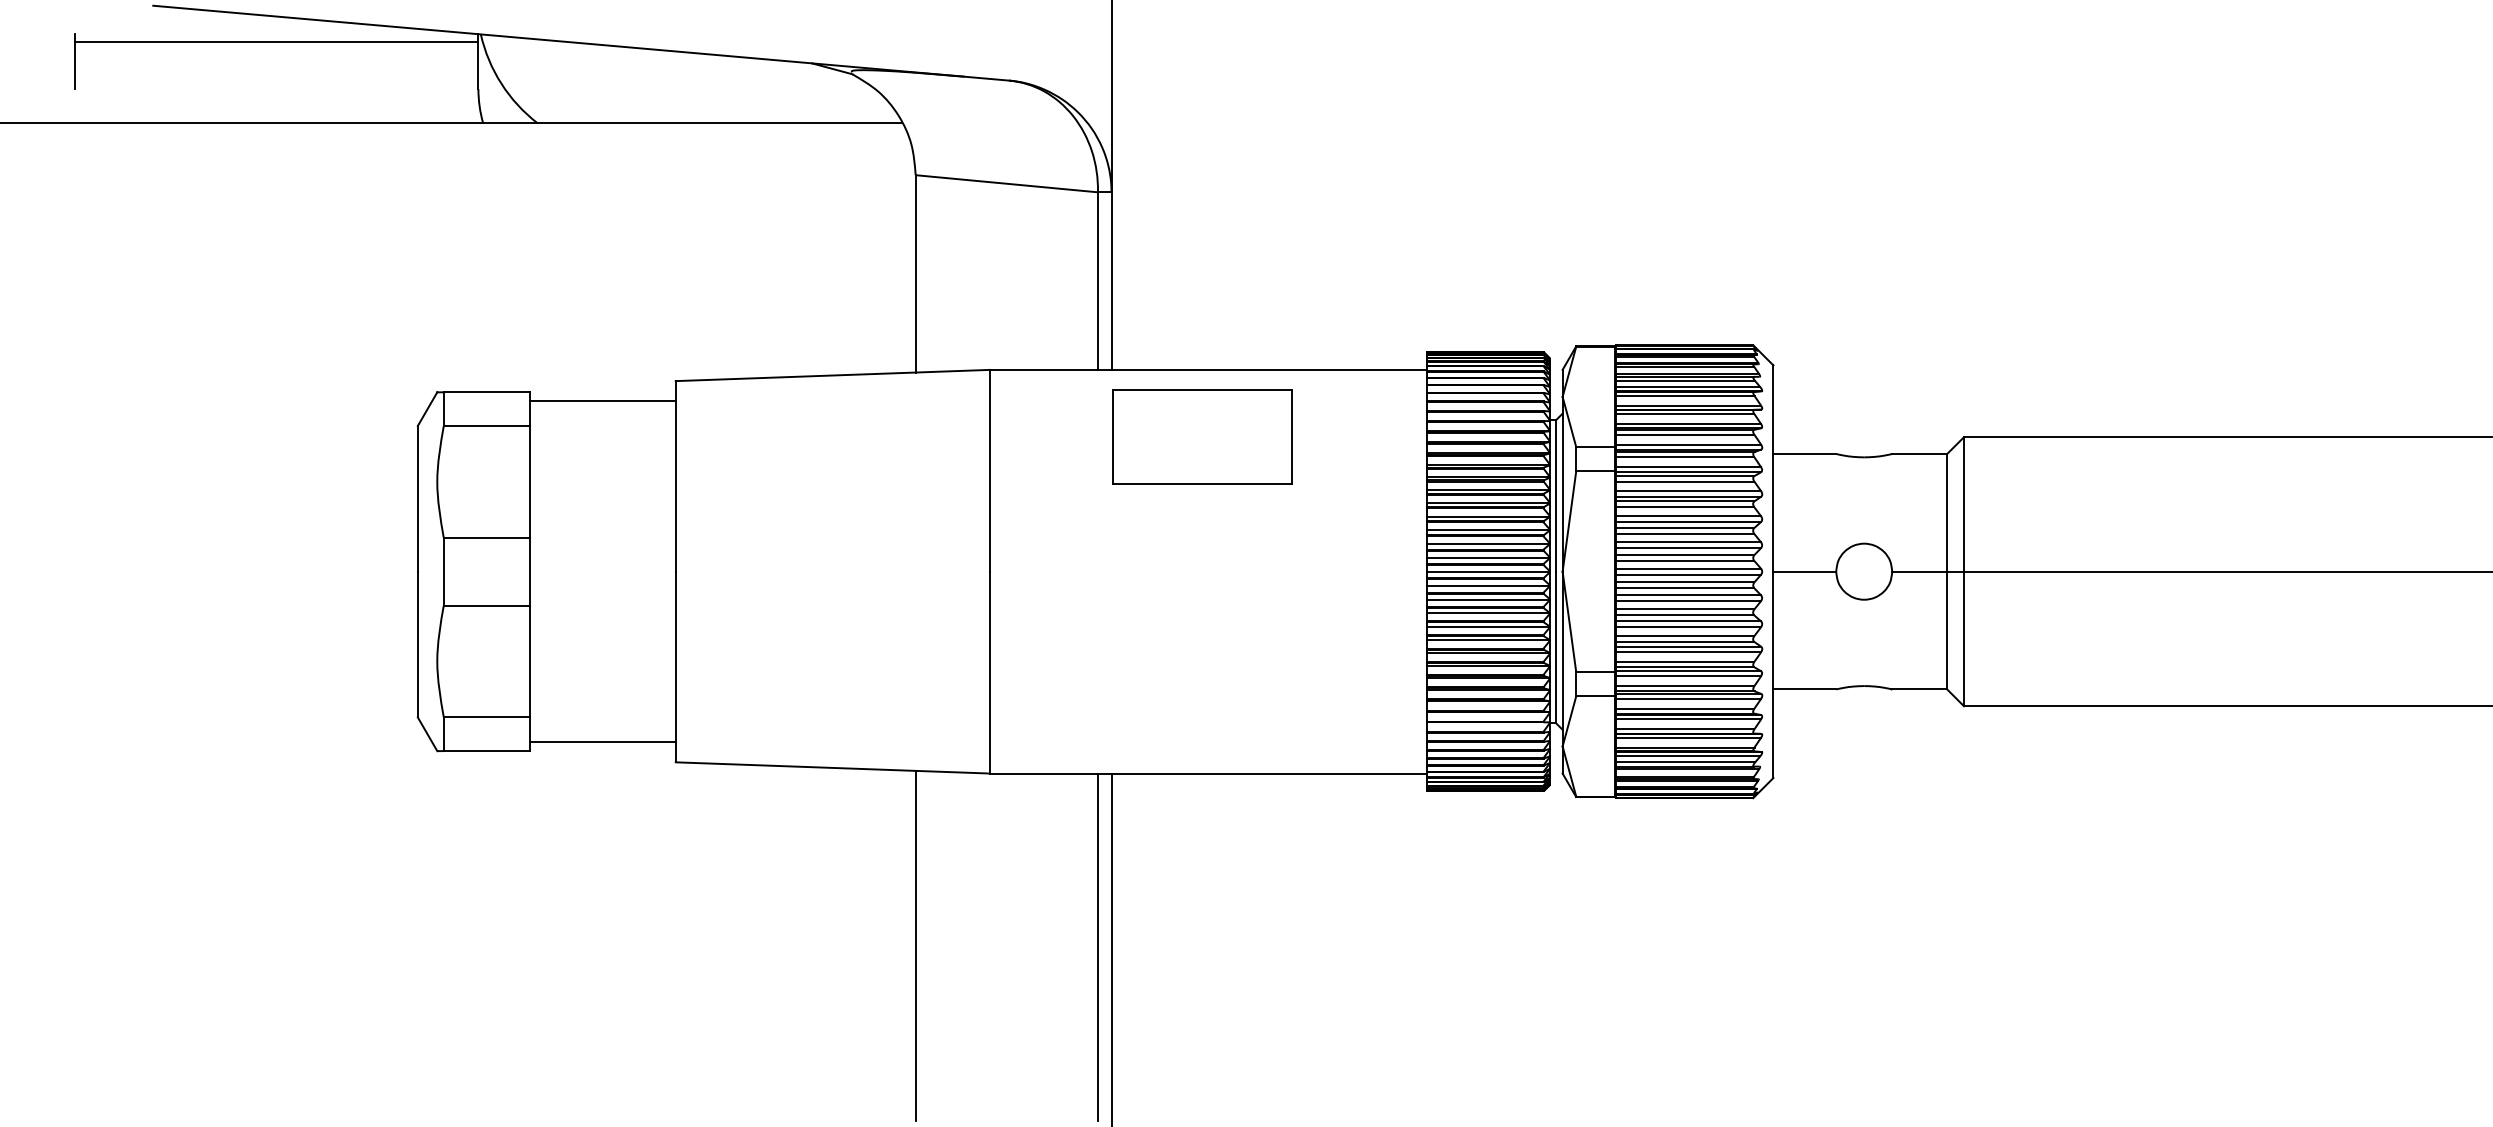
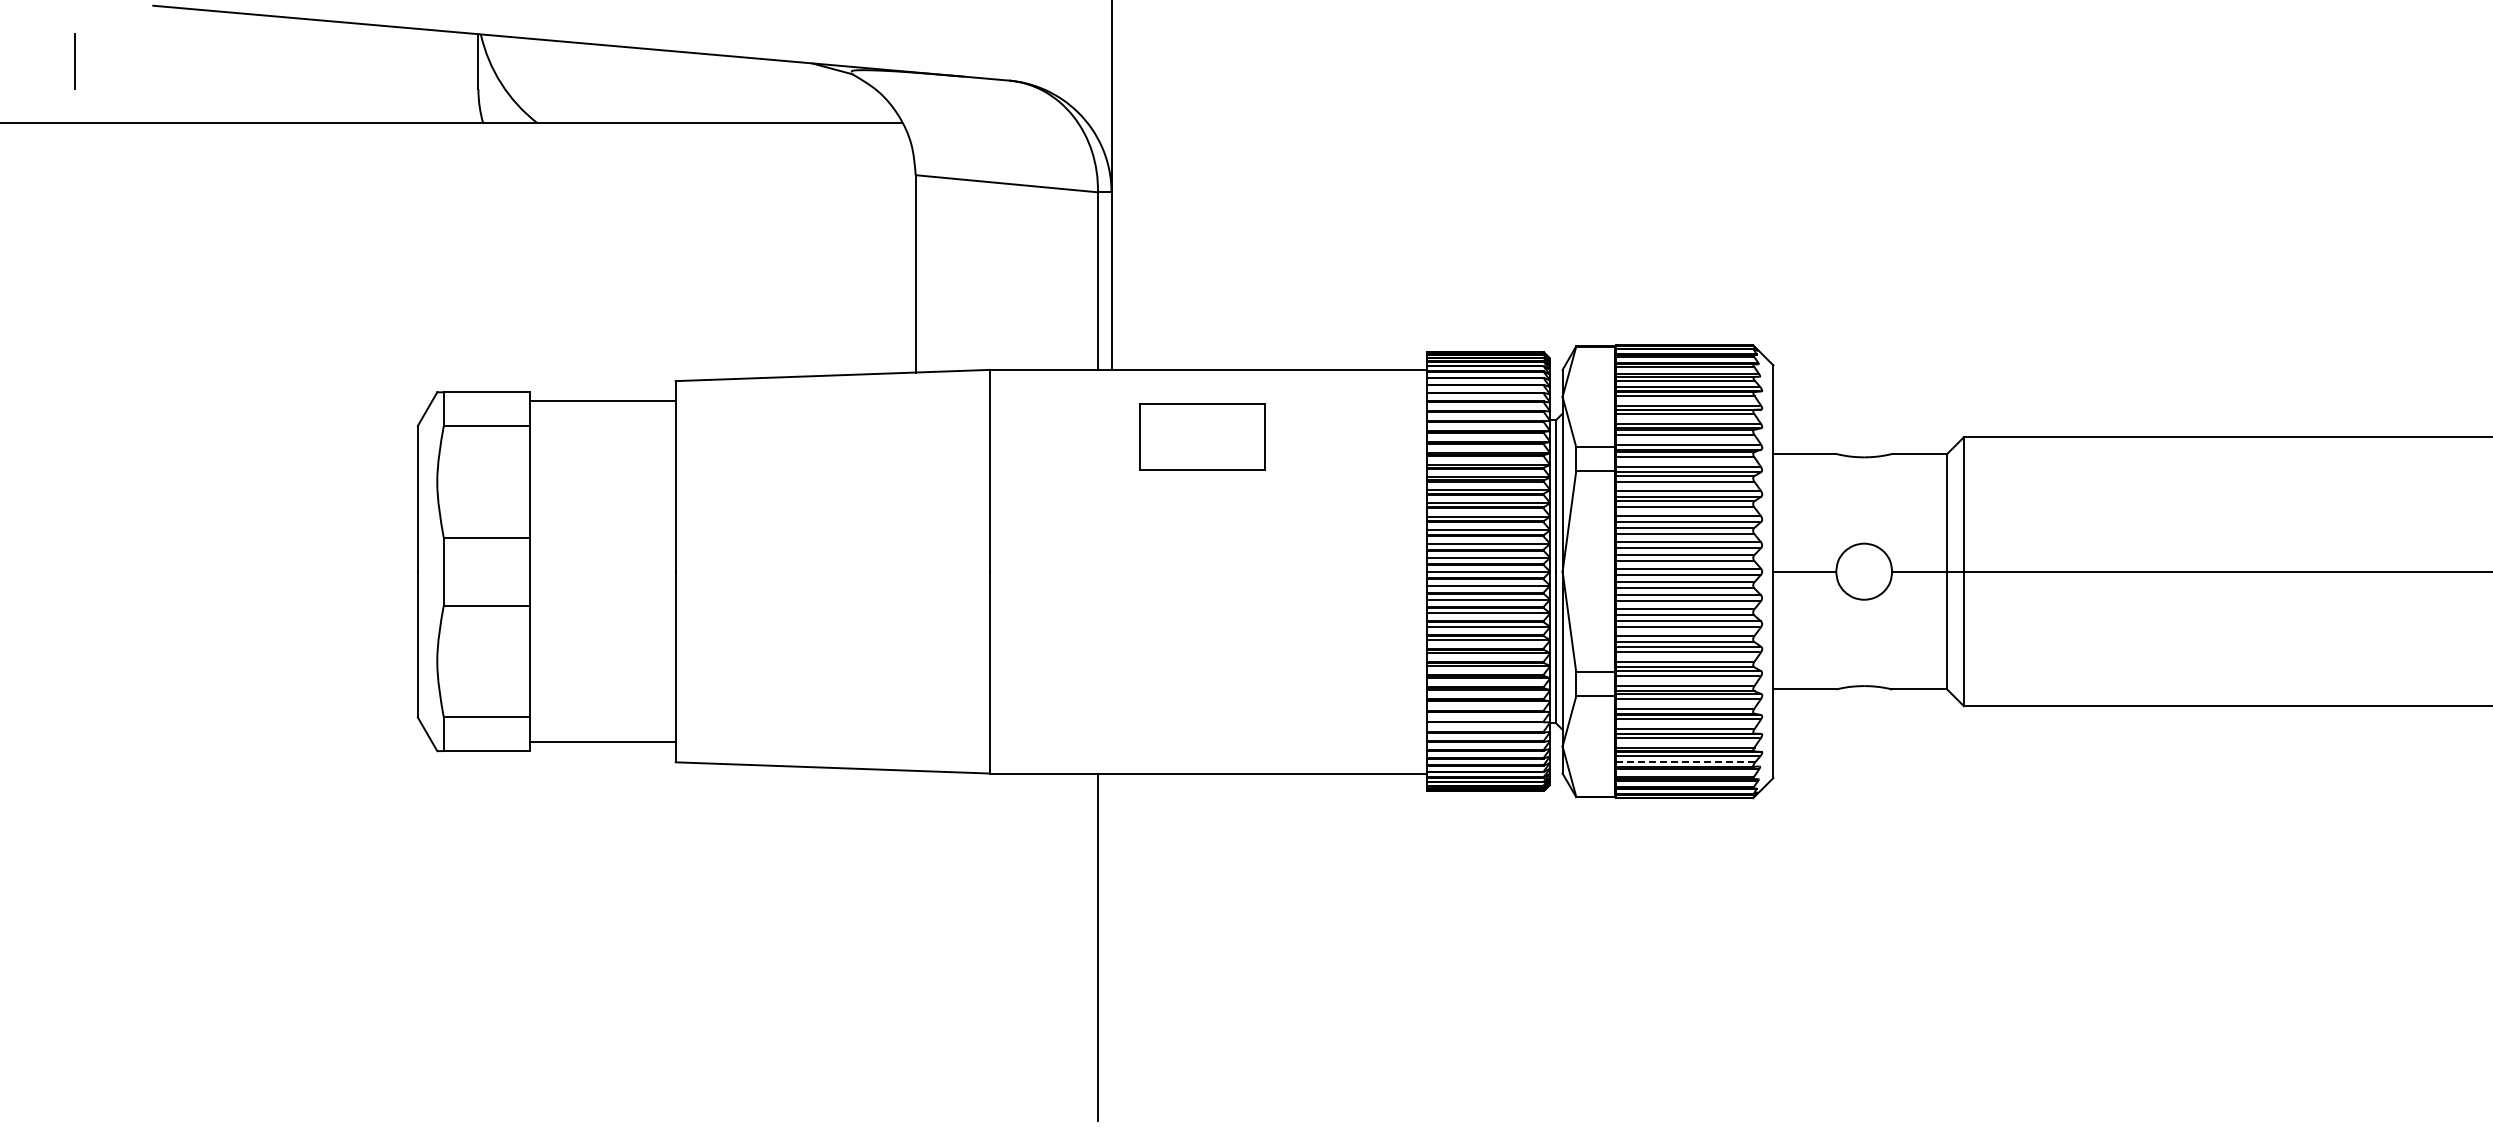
line at (276, 42): present -> none
part at (1202, 436) size: 181x96 px -> 127x68 px
line at (1686, 762): solid -> dashed
line at (915, 945): present -> none
line at (1111, 948): present -> none
